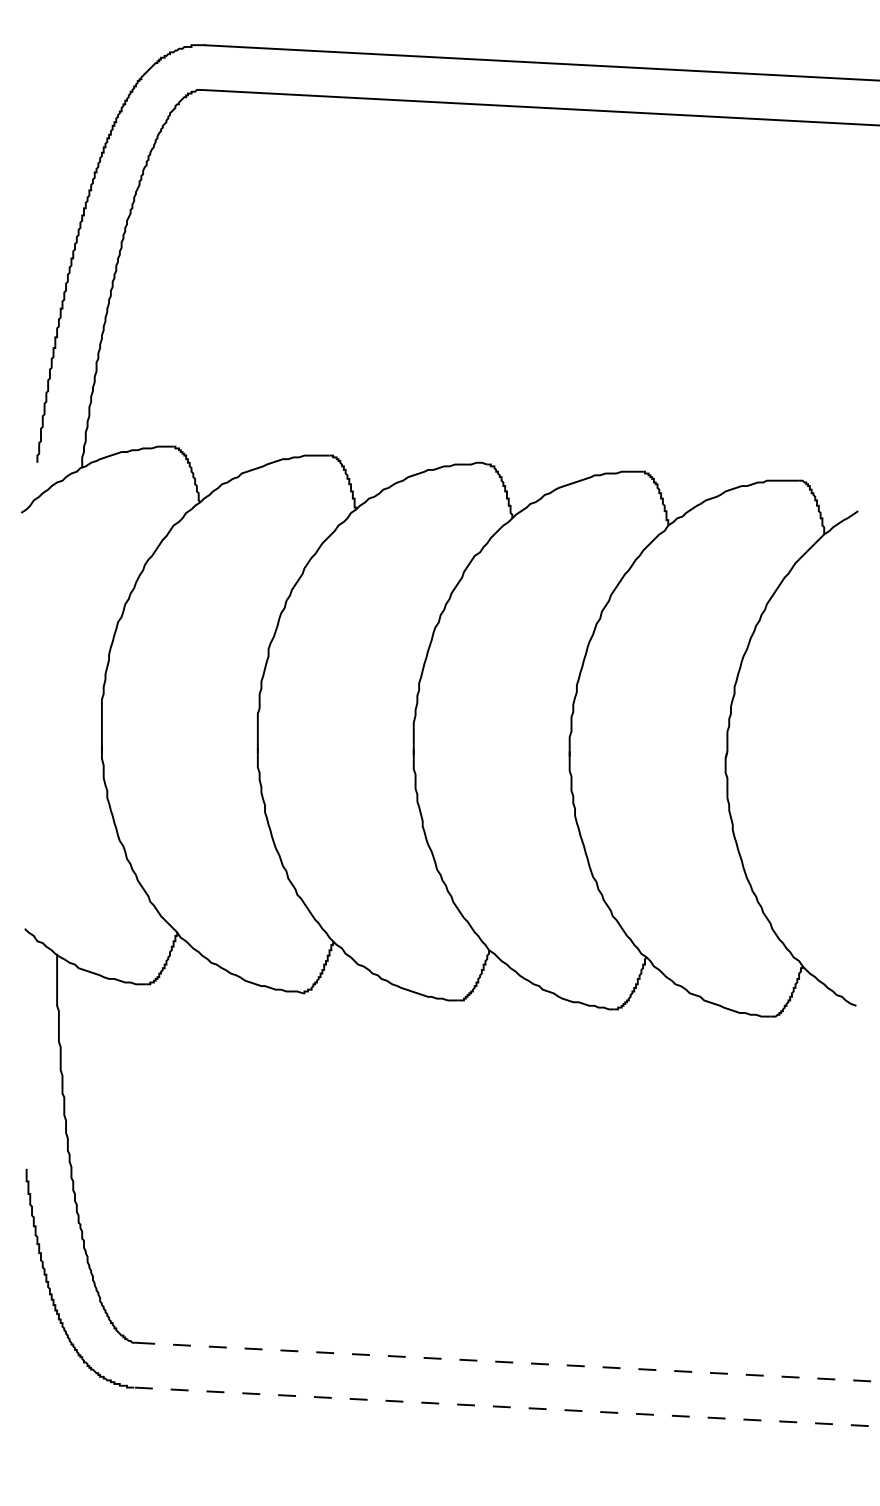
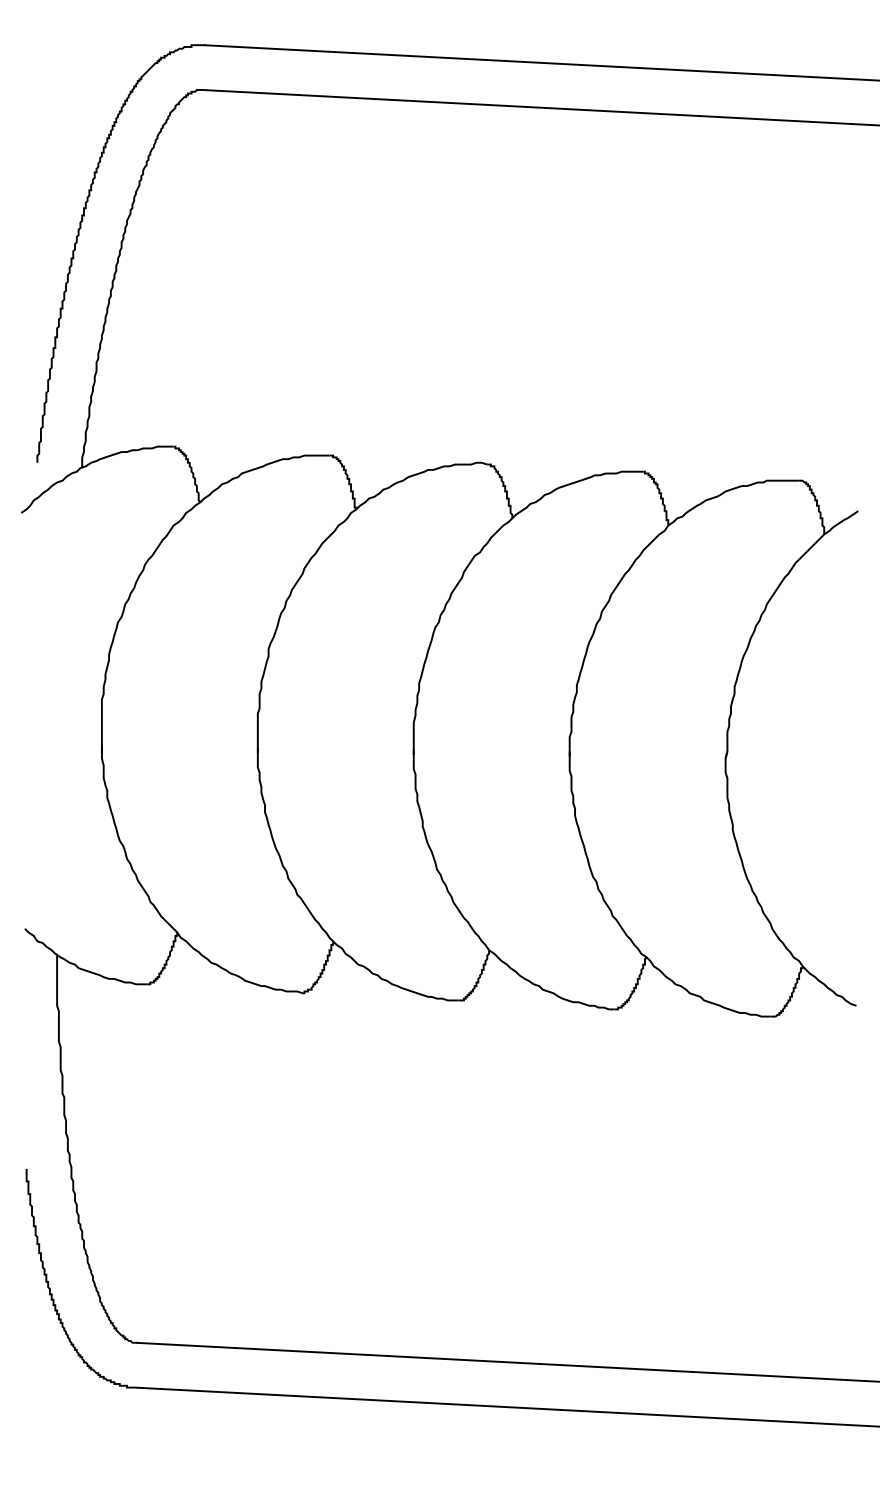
line at (508, 1362): dashed -> solid
line at (507, 1407): dashed -> solid
